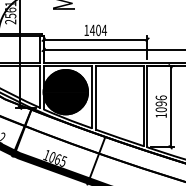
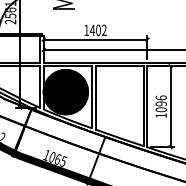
text at (104, 29): 1404 -> 1402
